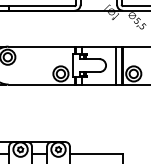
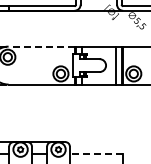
line at (41, 46): solid -> dashed
line at (96, 154): solid -> dashed
